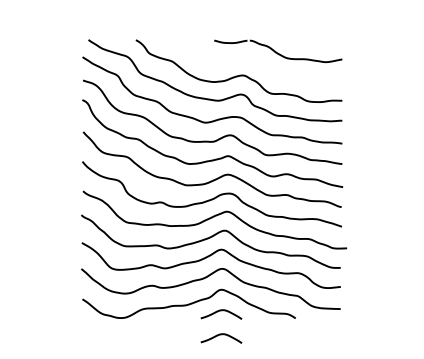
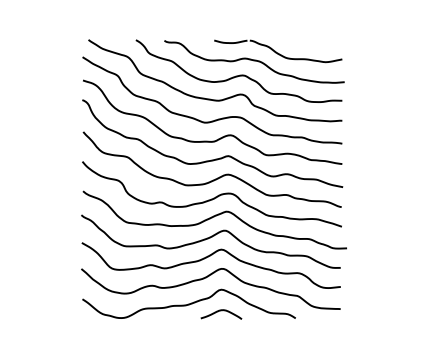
curve at (254, 61): none -> present
curve at (221, 335): present -> none
